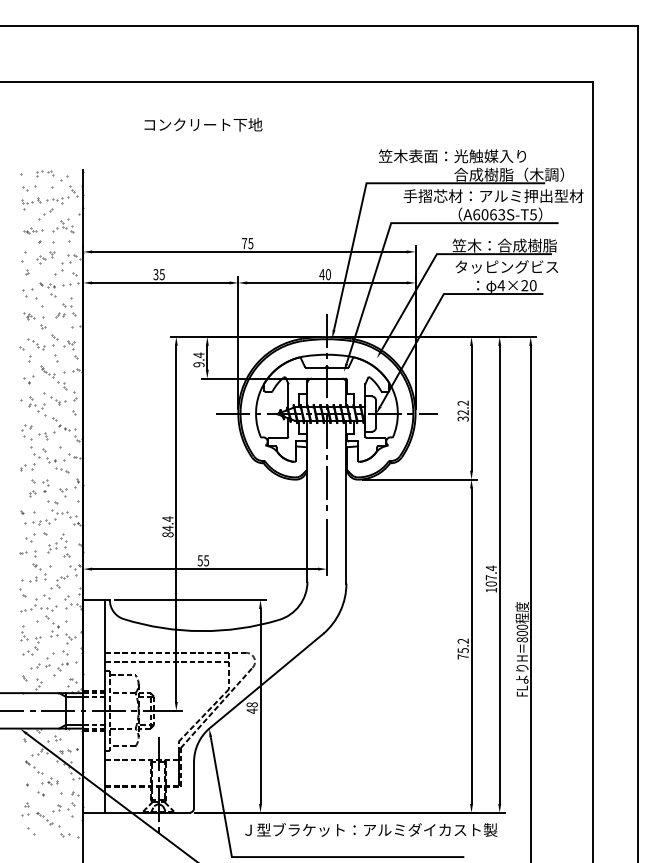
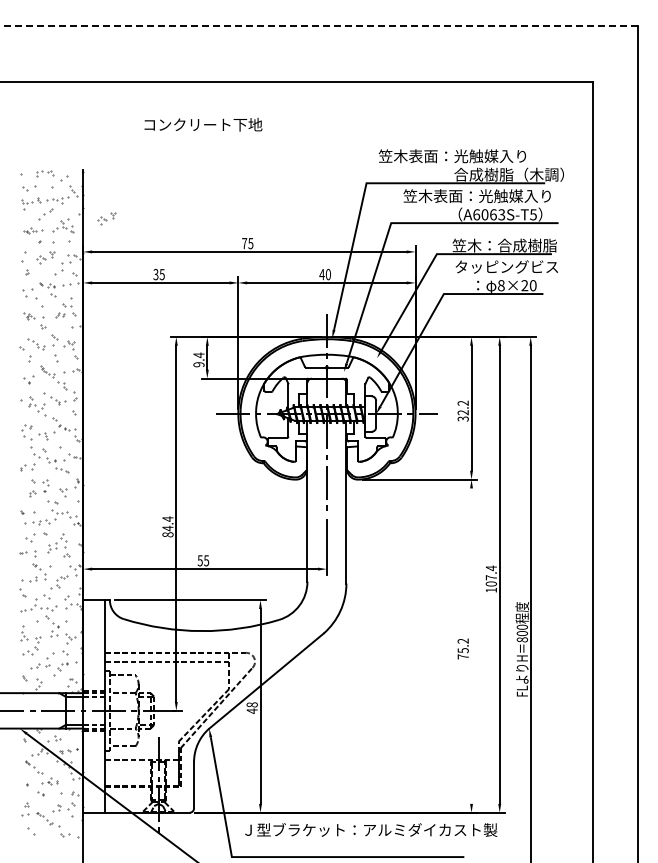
line at (319, 25): solid -> dashed
text at (493, 196): 手摺芯材：アルミ押出型材 -> 笠木表面：光触媒入り
part at (106, 218): none -> present
text at (501, 285): 4×20 -> 8×20
line at (471, 645): present -> none
